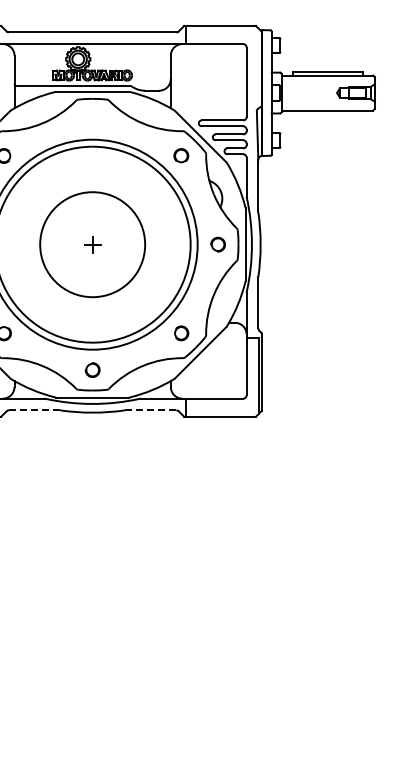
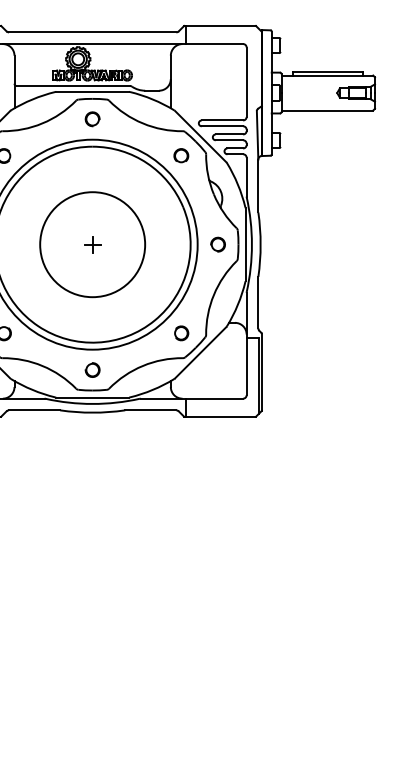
part at (92, 119): none -> present
line at (35, 410): dashed -> solid
line at (150, 410): dashed -> solid
